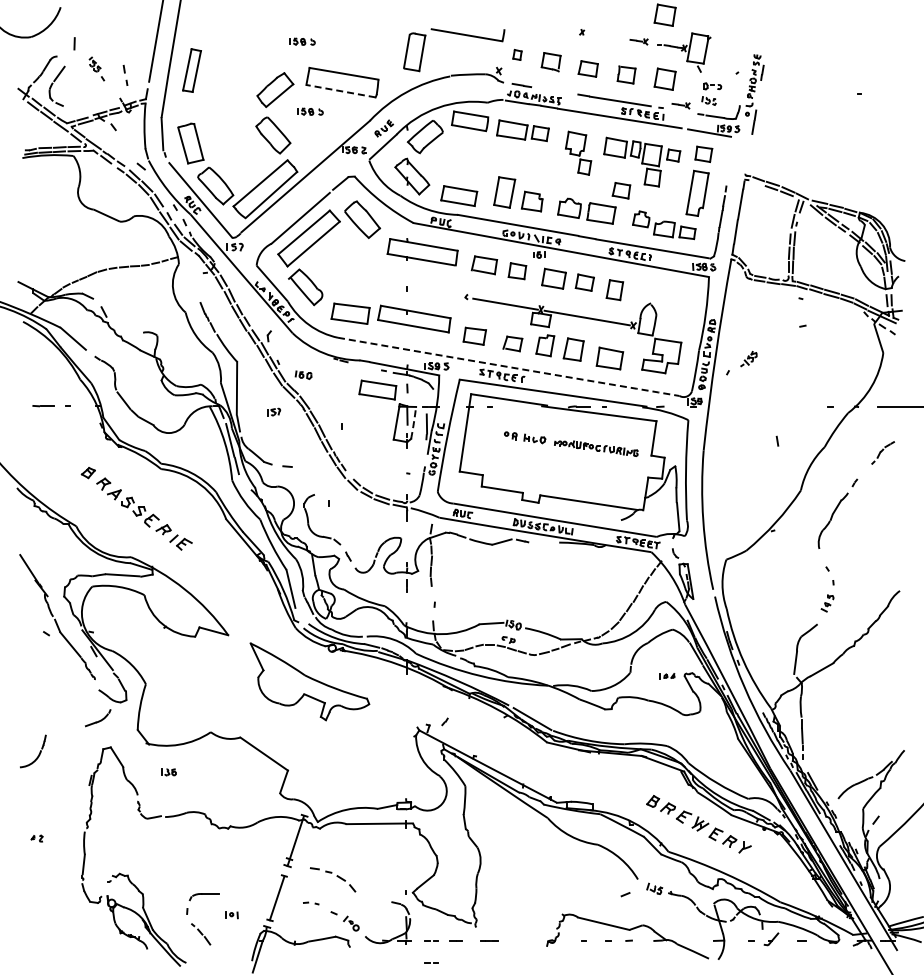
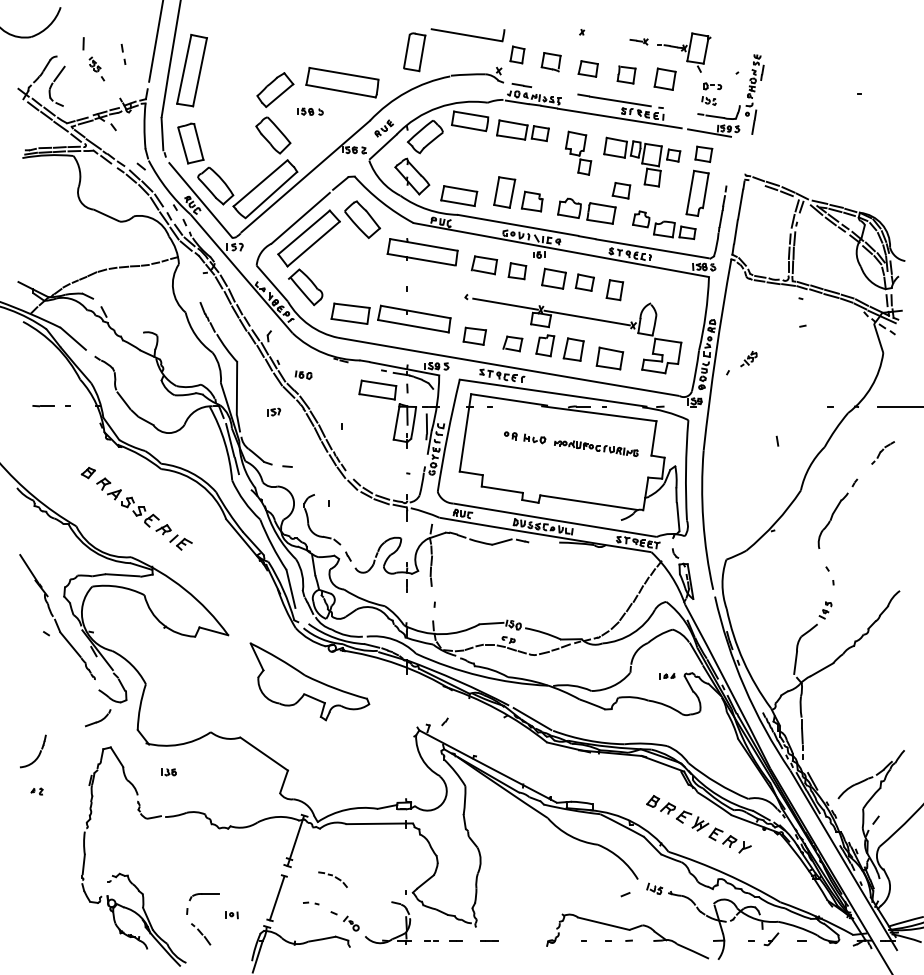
part at (664, 14): present -> none
part at (302, 41): present -> none
line at (74, 43) position: (74, 43) -> (83, 43)
part at (517, 54) size: 11x12 px -> 17x20 px
part at (191, 70) size: 20x45 px -> 32x75 px
part at (125, 75) position: (125, 75) -> (123, 54)
line at (340, 91): dashed -> solid
part at (680, 105): present -> none
arc at (508, 367): dashed -> solid
arc at (413, 423): dashed -> solid
part at (827, 603) position: (827, 603) -> (825, 610)
part at (36, 838) position: (36, 838) -> (36, 791)
part at (333, 879) size: 47x26 px -> 30x17 px
line at (430, 962): present -> none
